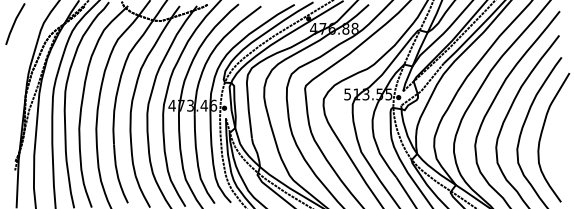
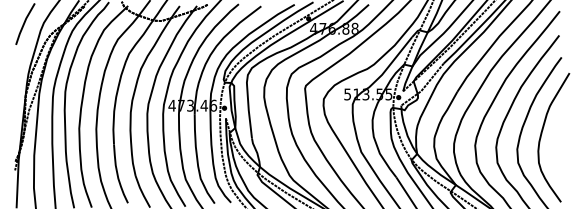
line at (15, 23) position: (15, 23) -> (25, 23)
